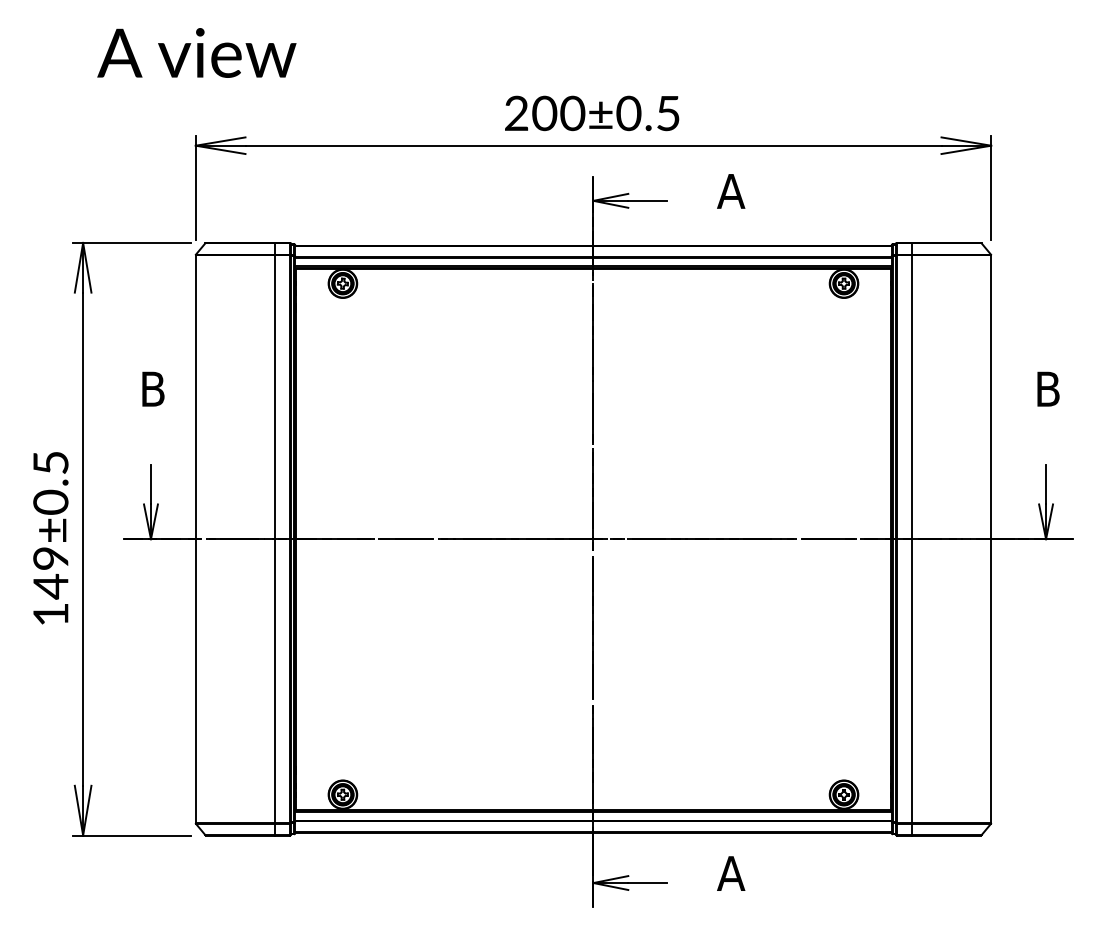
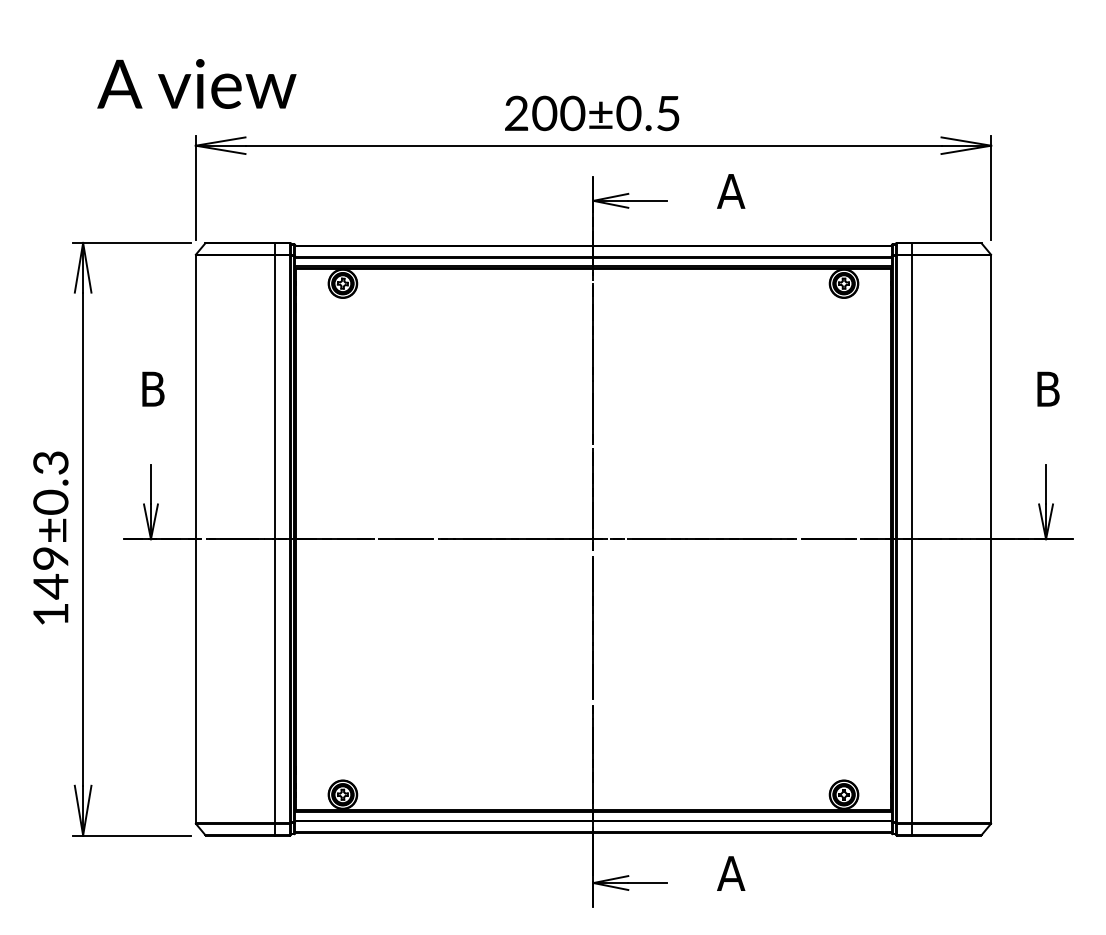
text at (196, 52) position: (196, 52) -> (196, 83)
text at (50, 462): 149±0.5 -> 149±0.3
